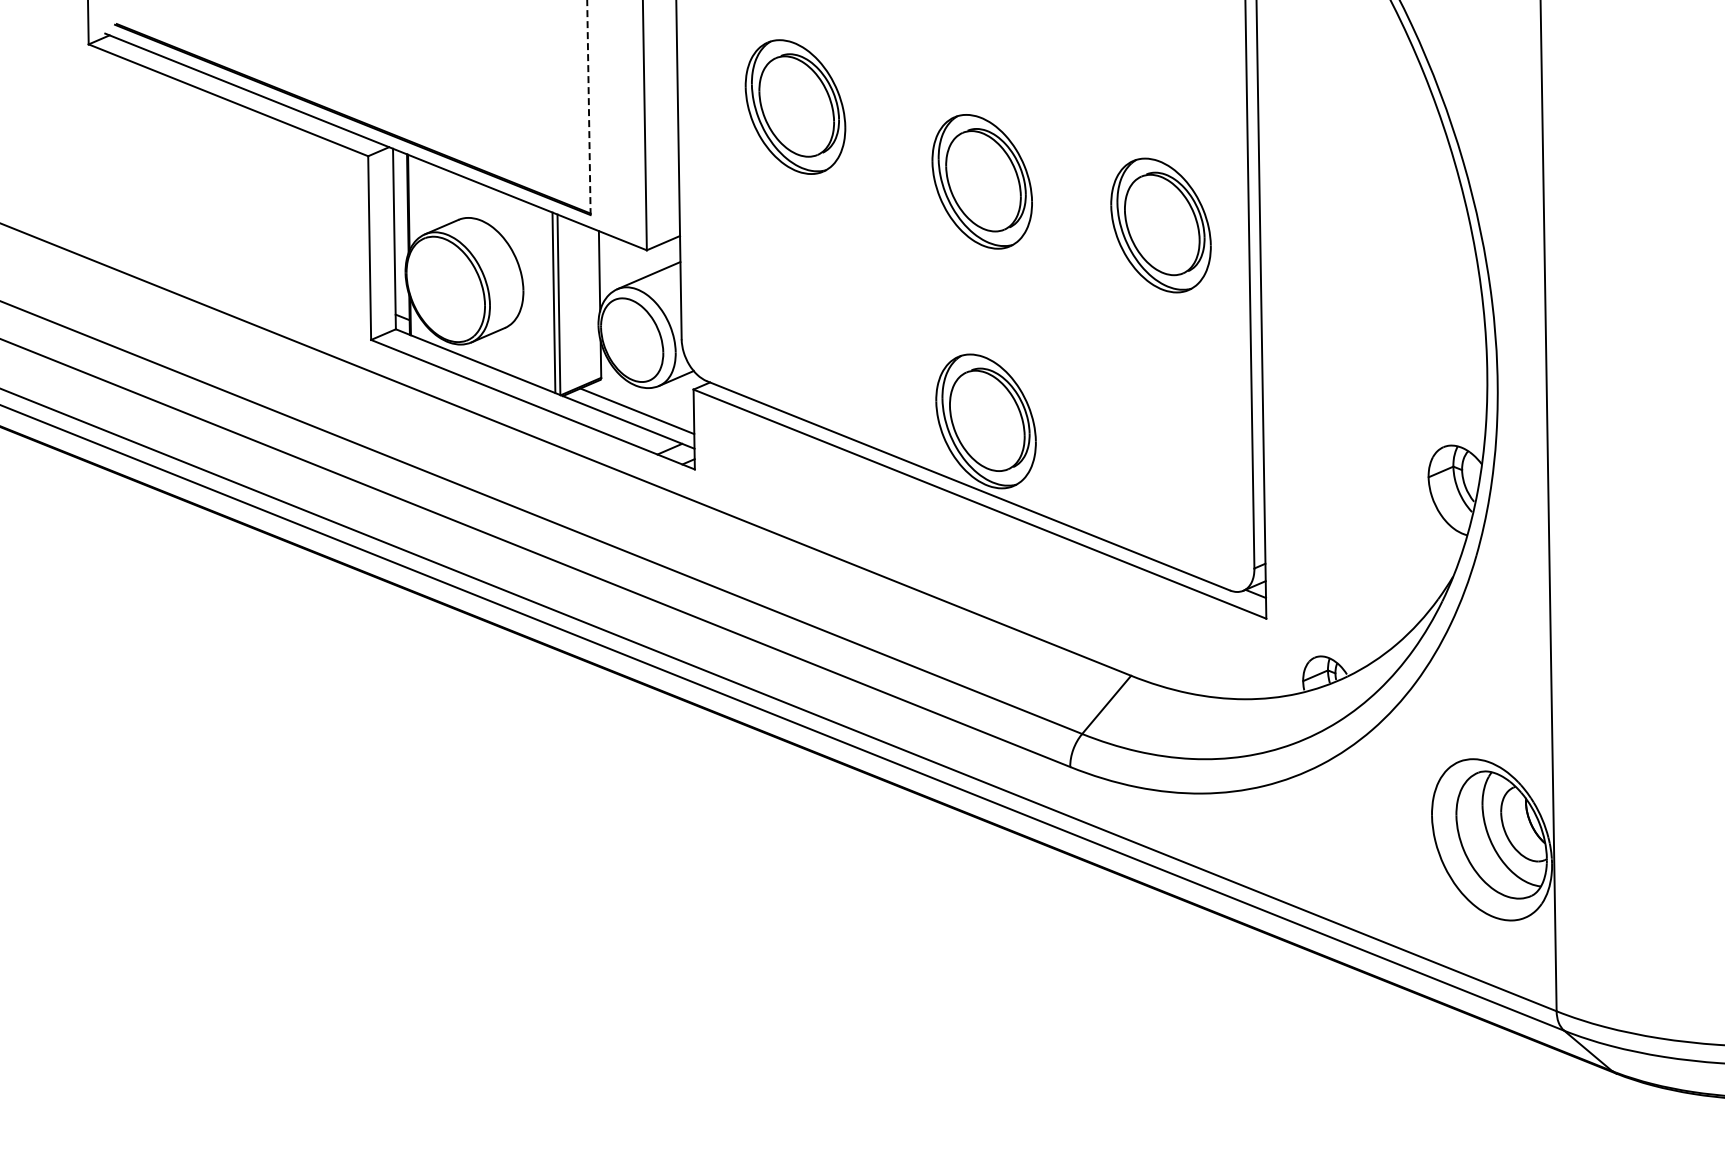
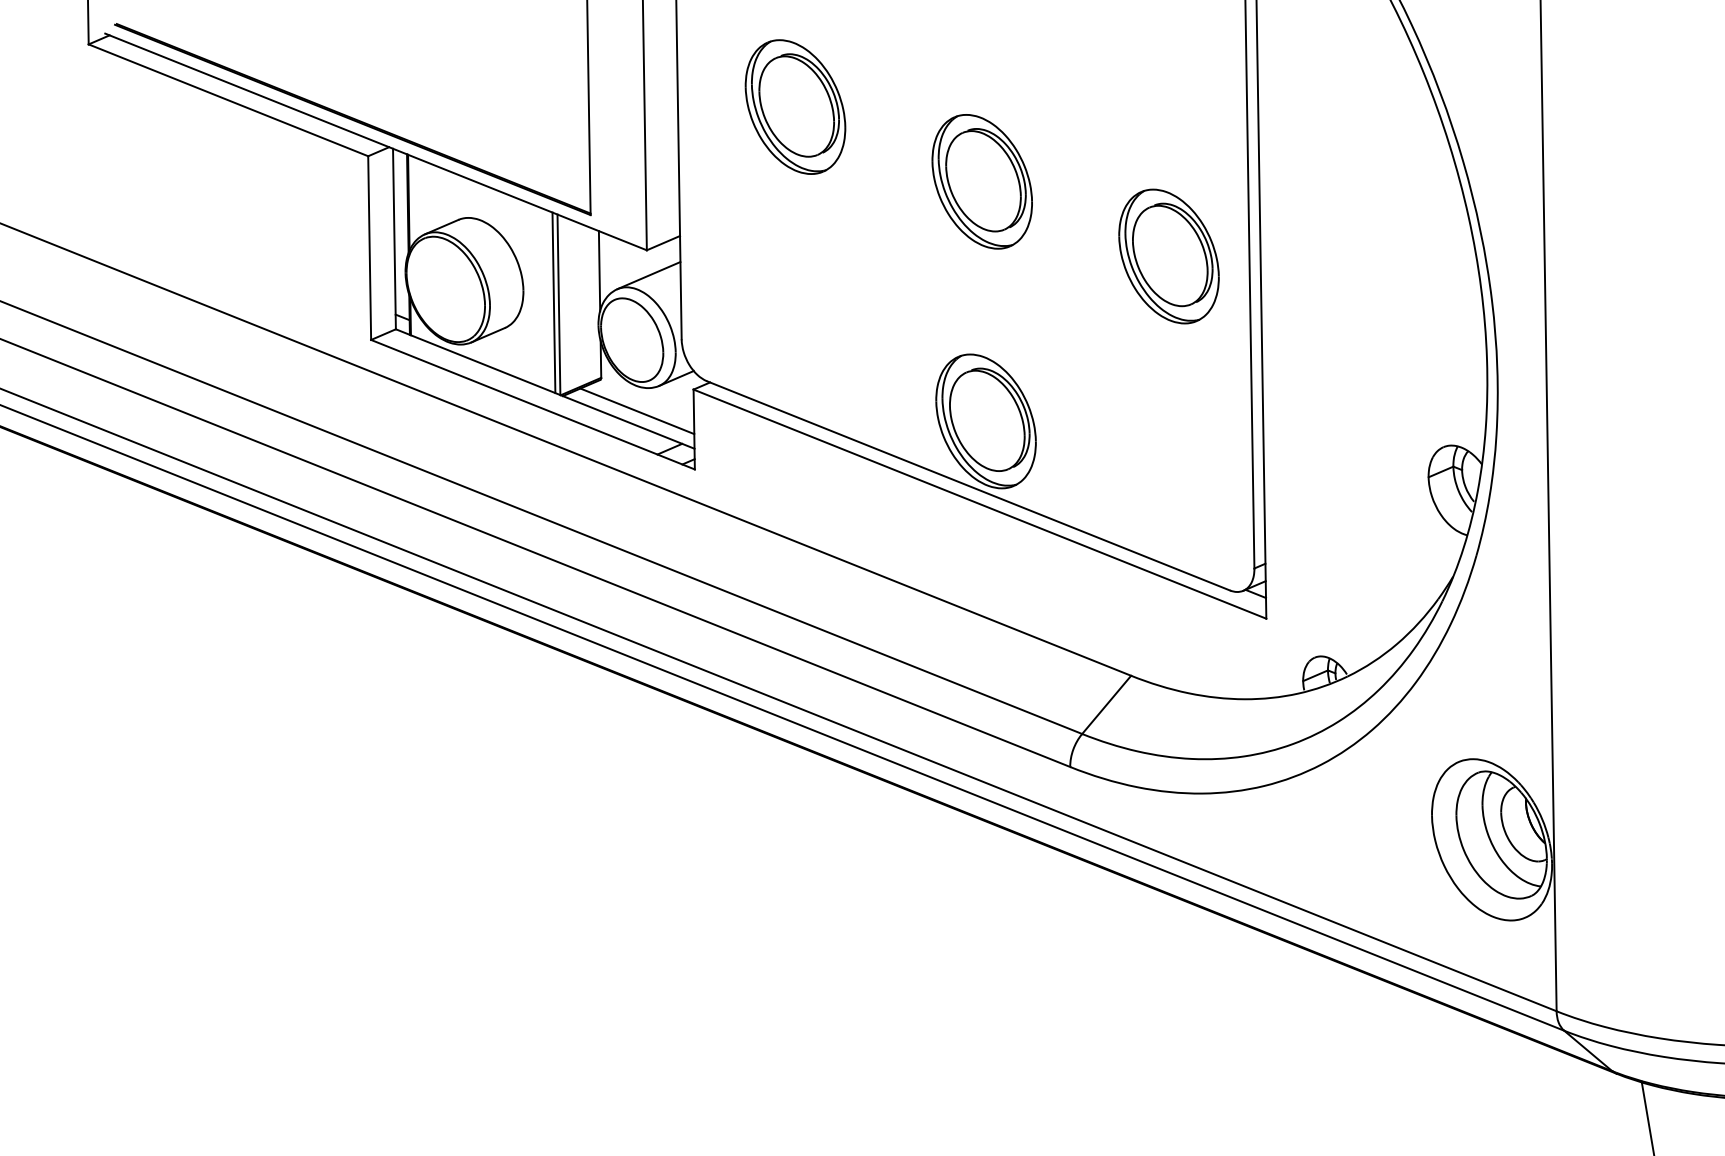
line at (588, 107): dashed -> solid
part at (1160, 225) position: (1160, 225) -> (1168, 256)
line at (1647, 1116): none -> present
